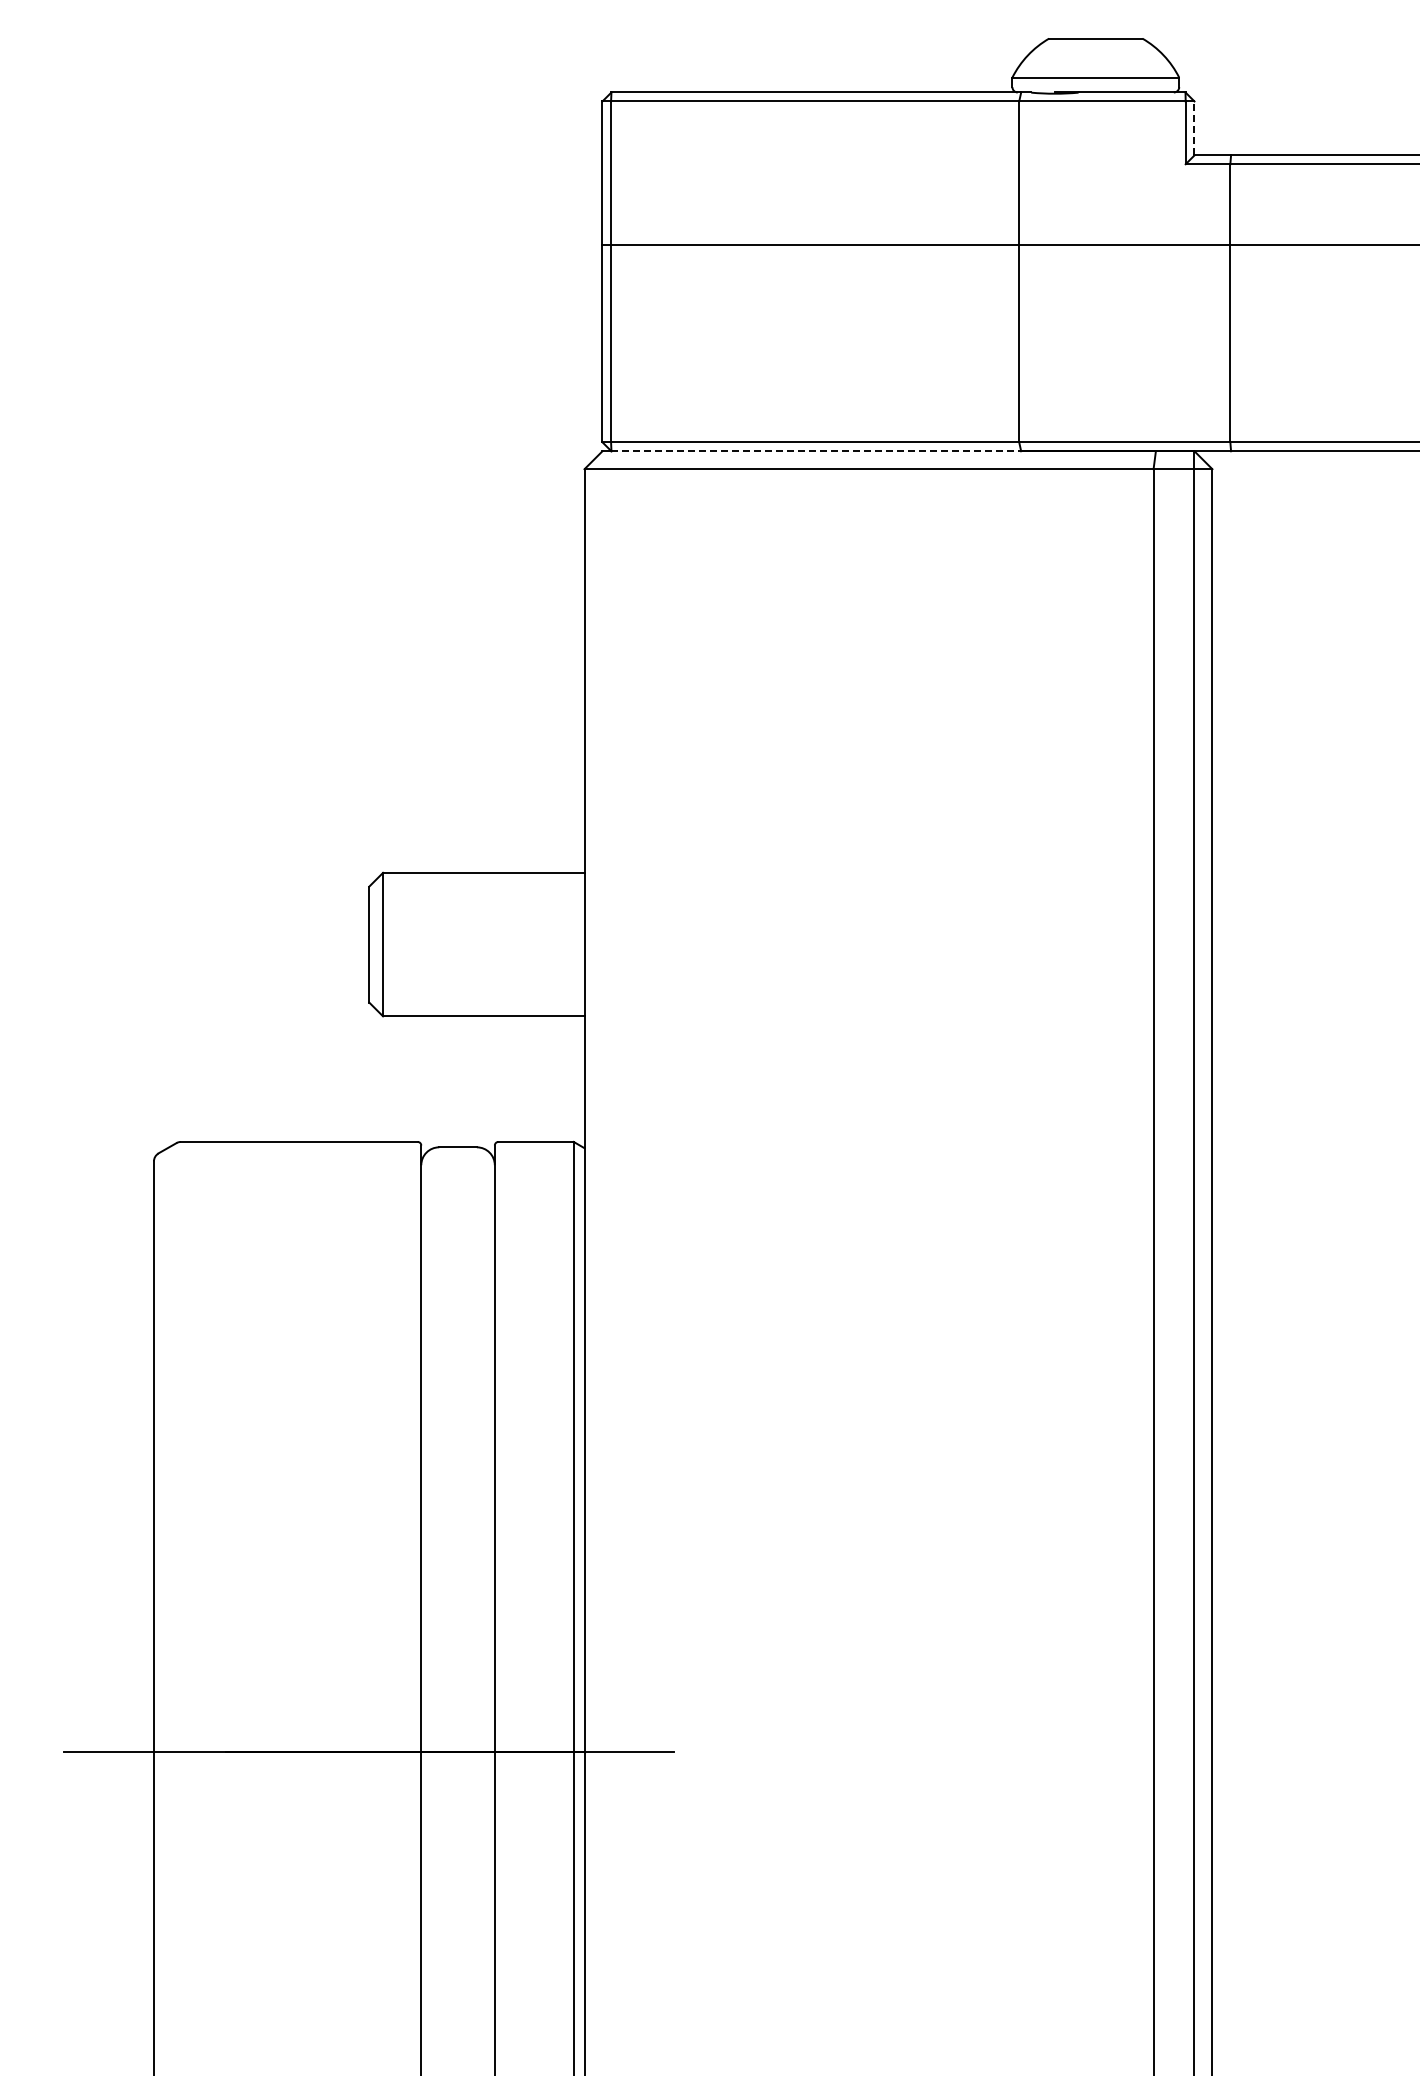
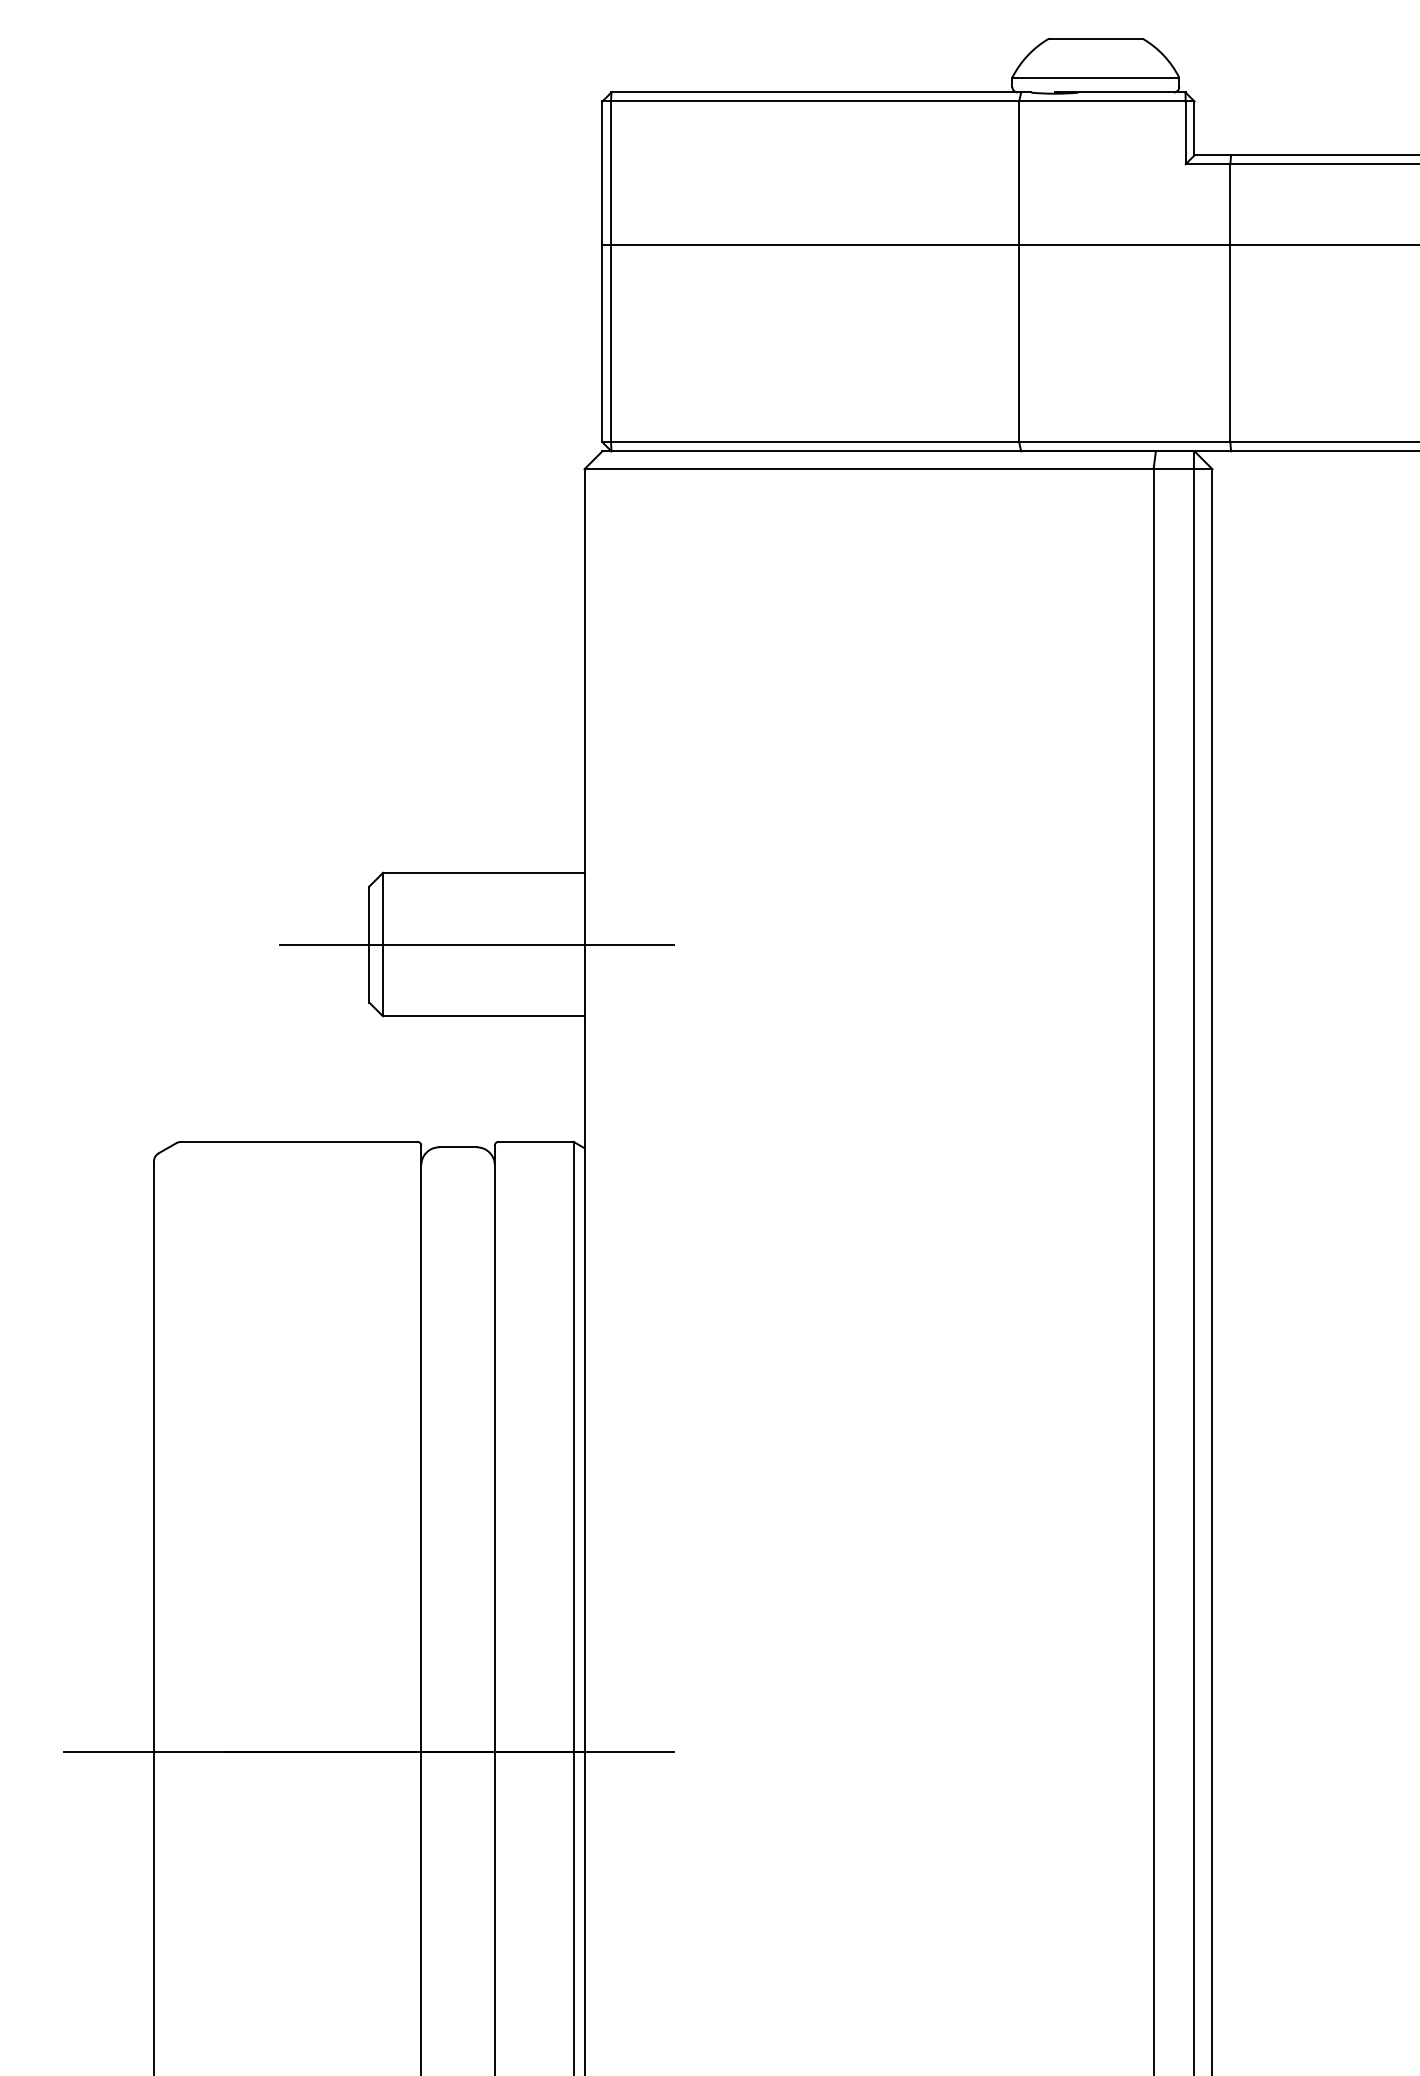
line at (1194, 128): dashed -> solid
line at (816, 451): dashed -> solid
line at (476, 944): none -> present
